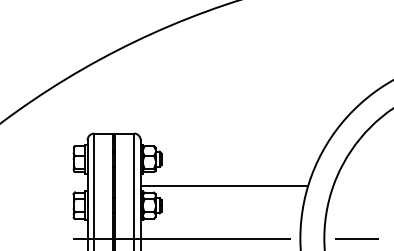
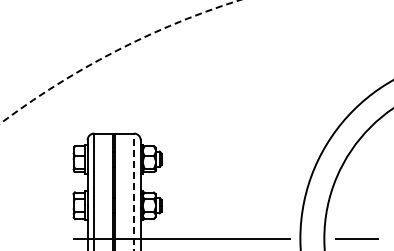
circle at (119, 61): solid -> dashed
line at (224, 186): present -> none
line at (134, 191): solid -> dashed
